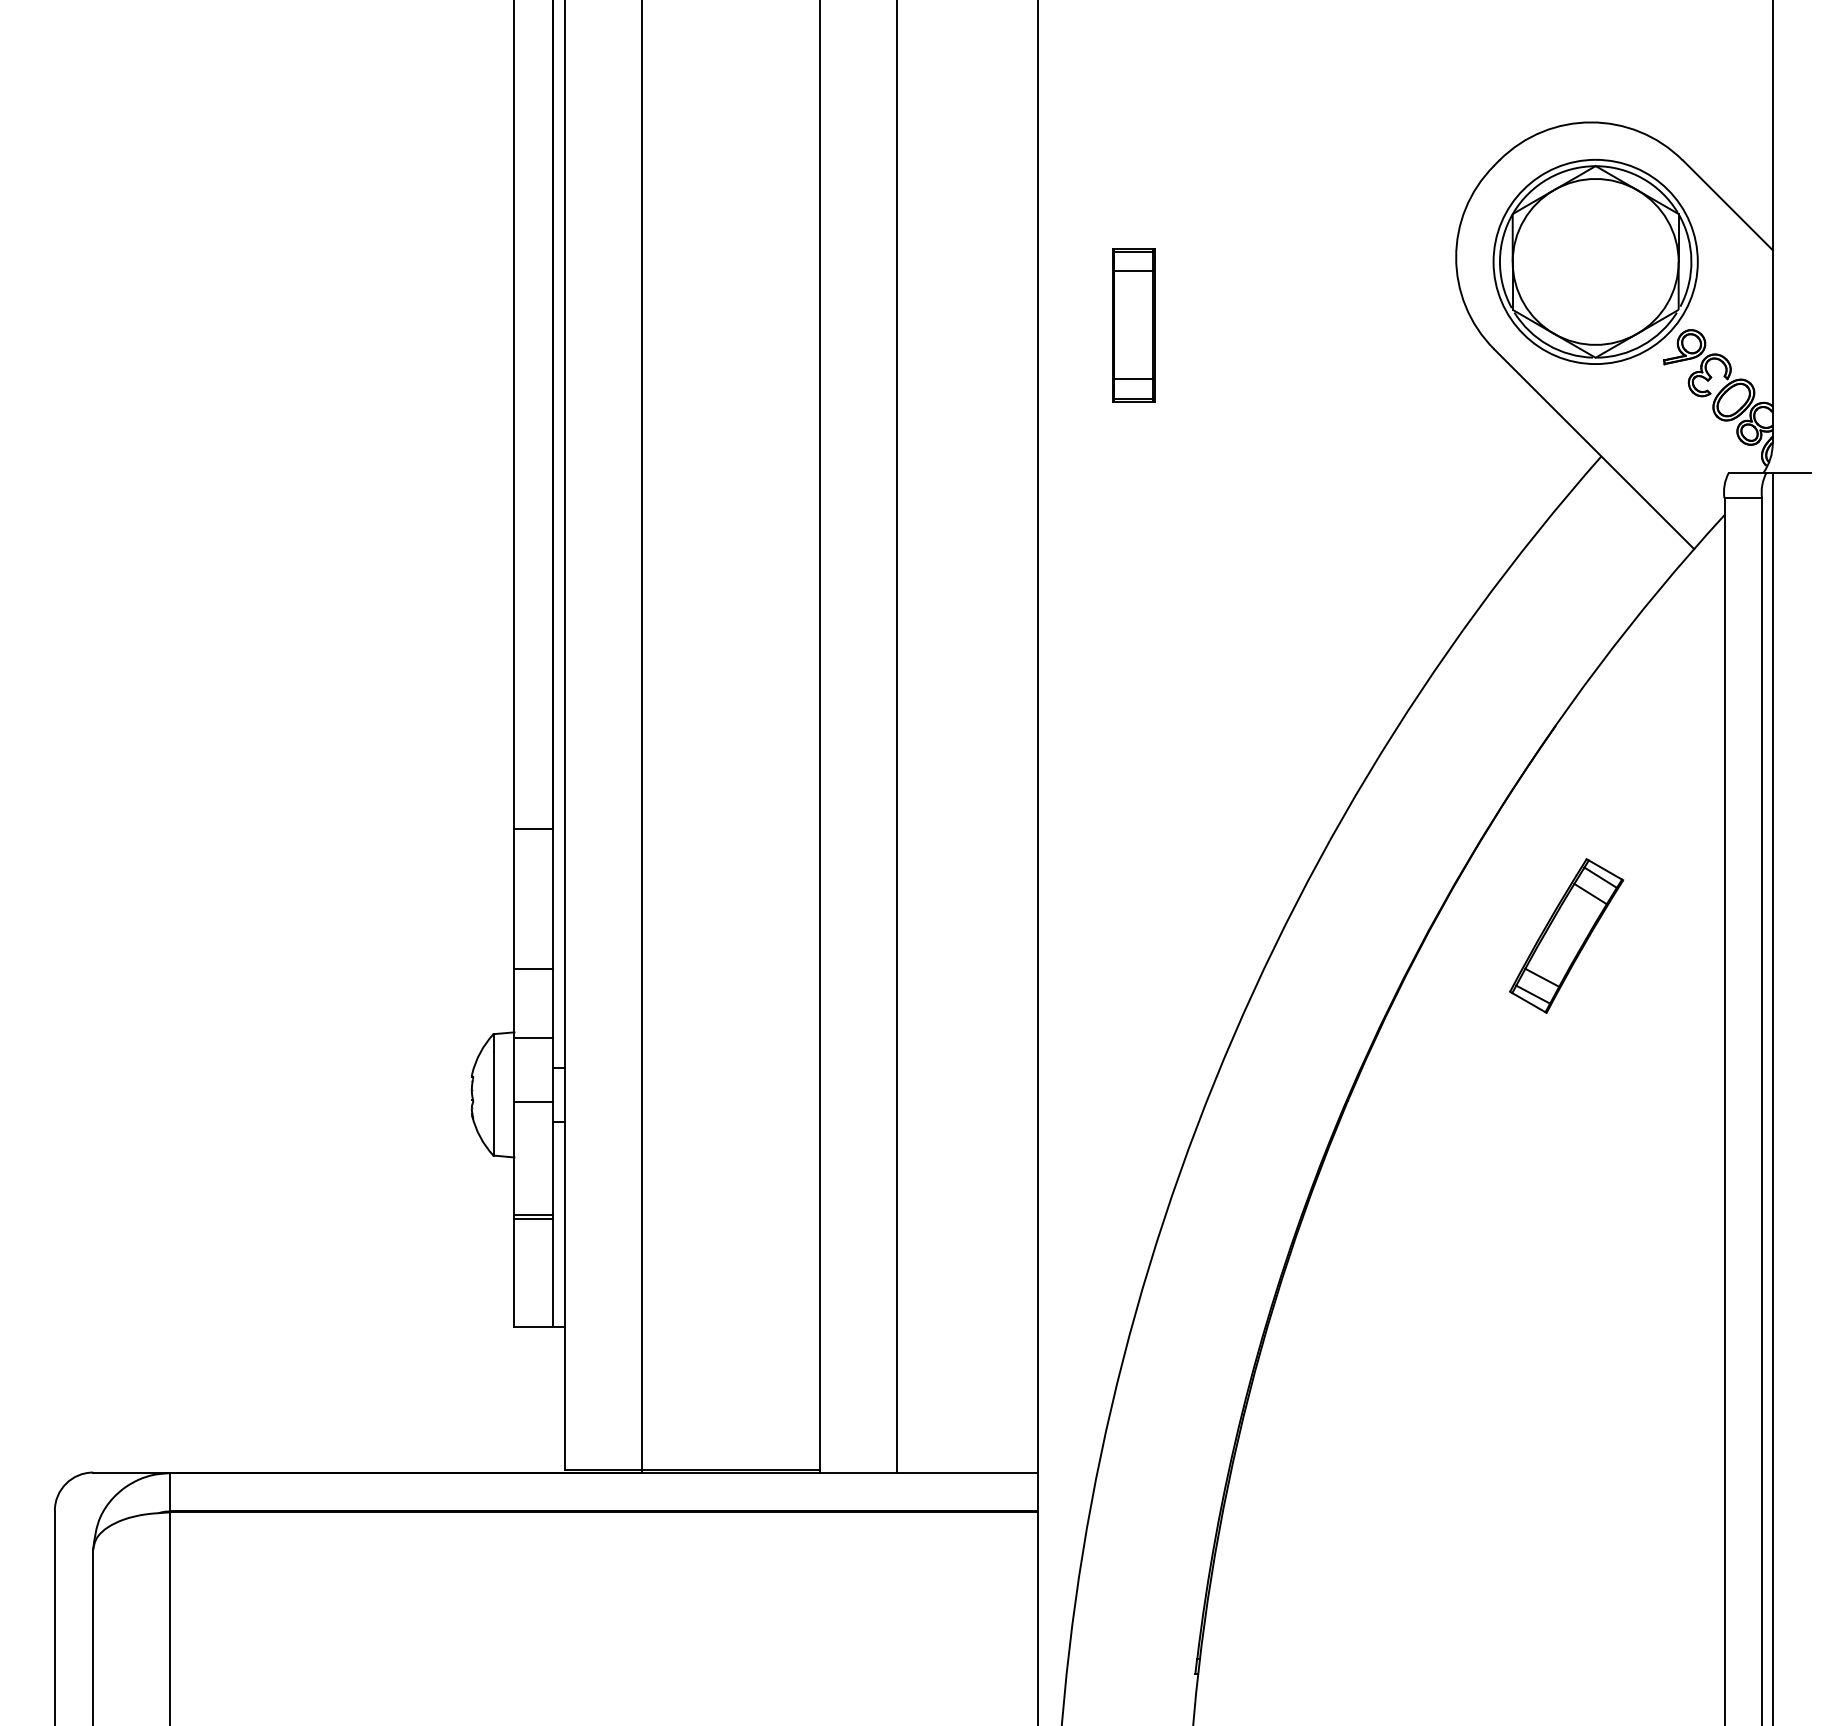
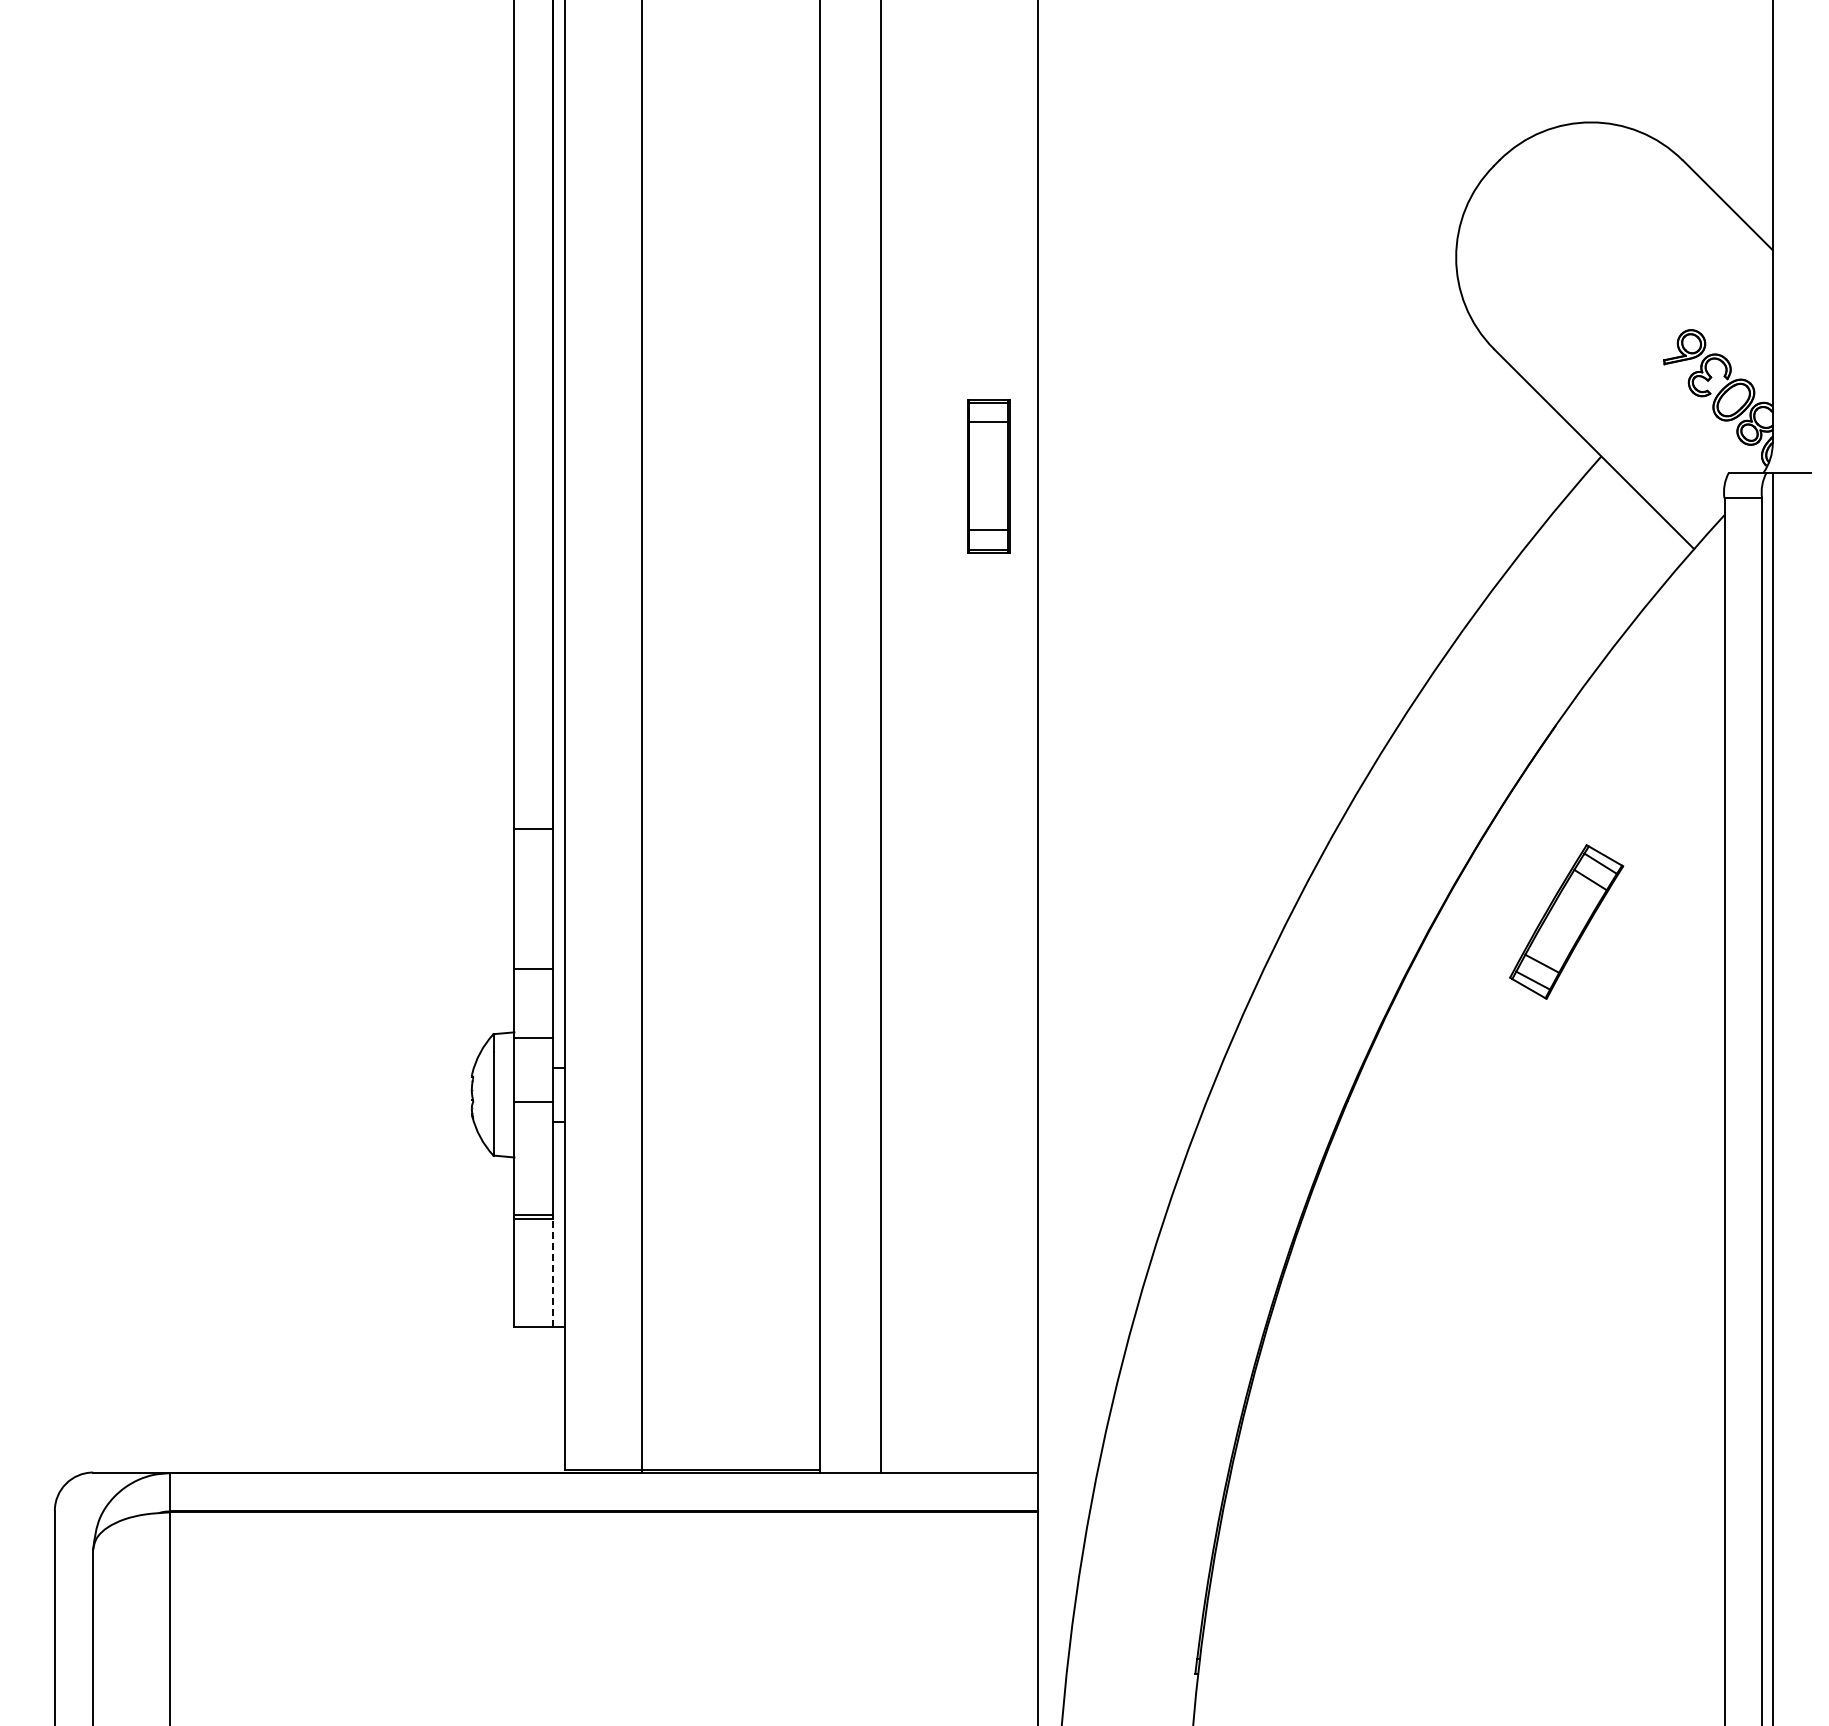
part at (1595, 261): present -> none
part at (1133, 325) position: (1133, 325) -> (988, 476)
line at (896, 737) position: (896, 737) -> (880, 737)
part at (1566, 935) position: (1566, 935) -> (1566, 921)
line at (552, 1272): solid -> dashed
